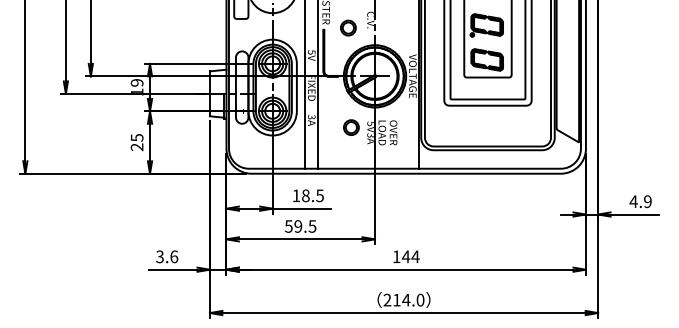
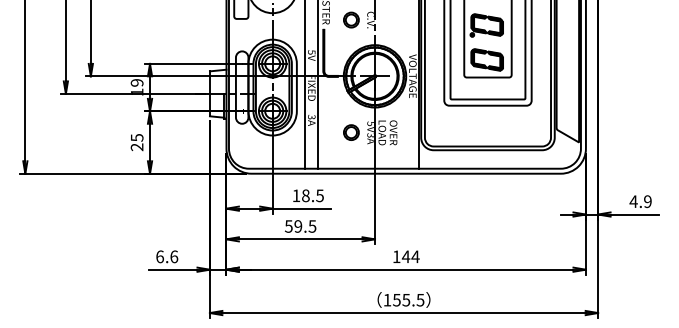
part at (348, 27) position: (348, 27) -> (351, 19)
circle at (351, 127) position: (351, 127) -> (351, 132)
text at (159, 256): 3.6 -> 6.6
text at (403, 299): 214.0 -> 155.5
